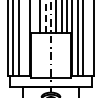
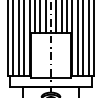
line at (45, 16): dashed -> solid
line at (34, 17): none -> present
line at (24, 39): none -> present
line at (88, 39): none -> present
